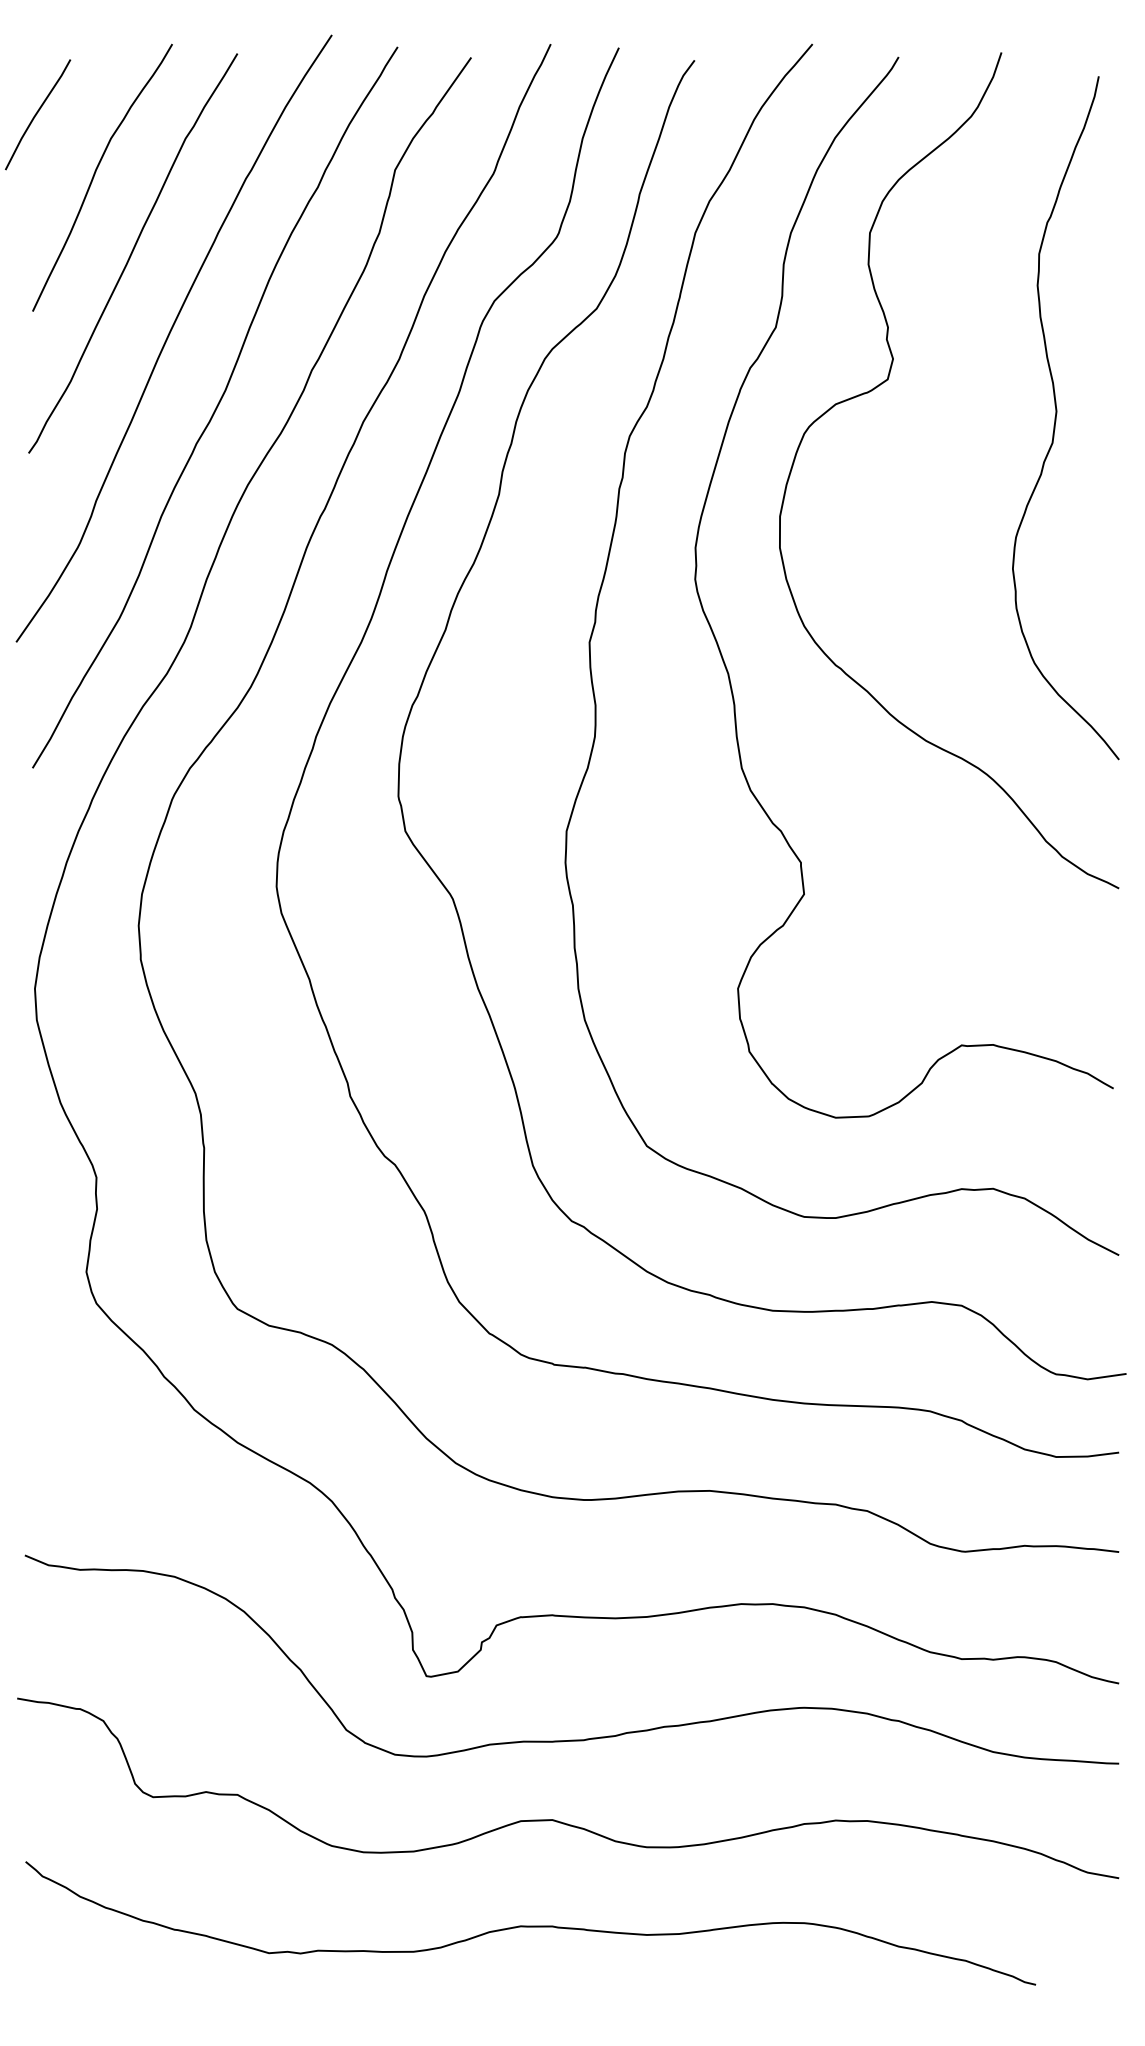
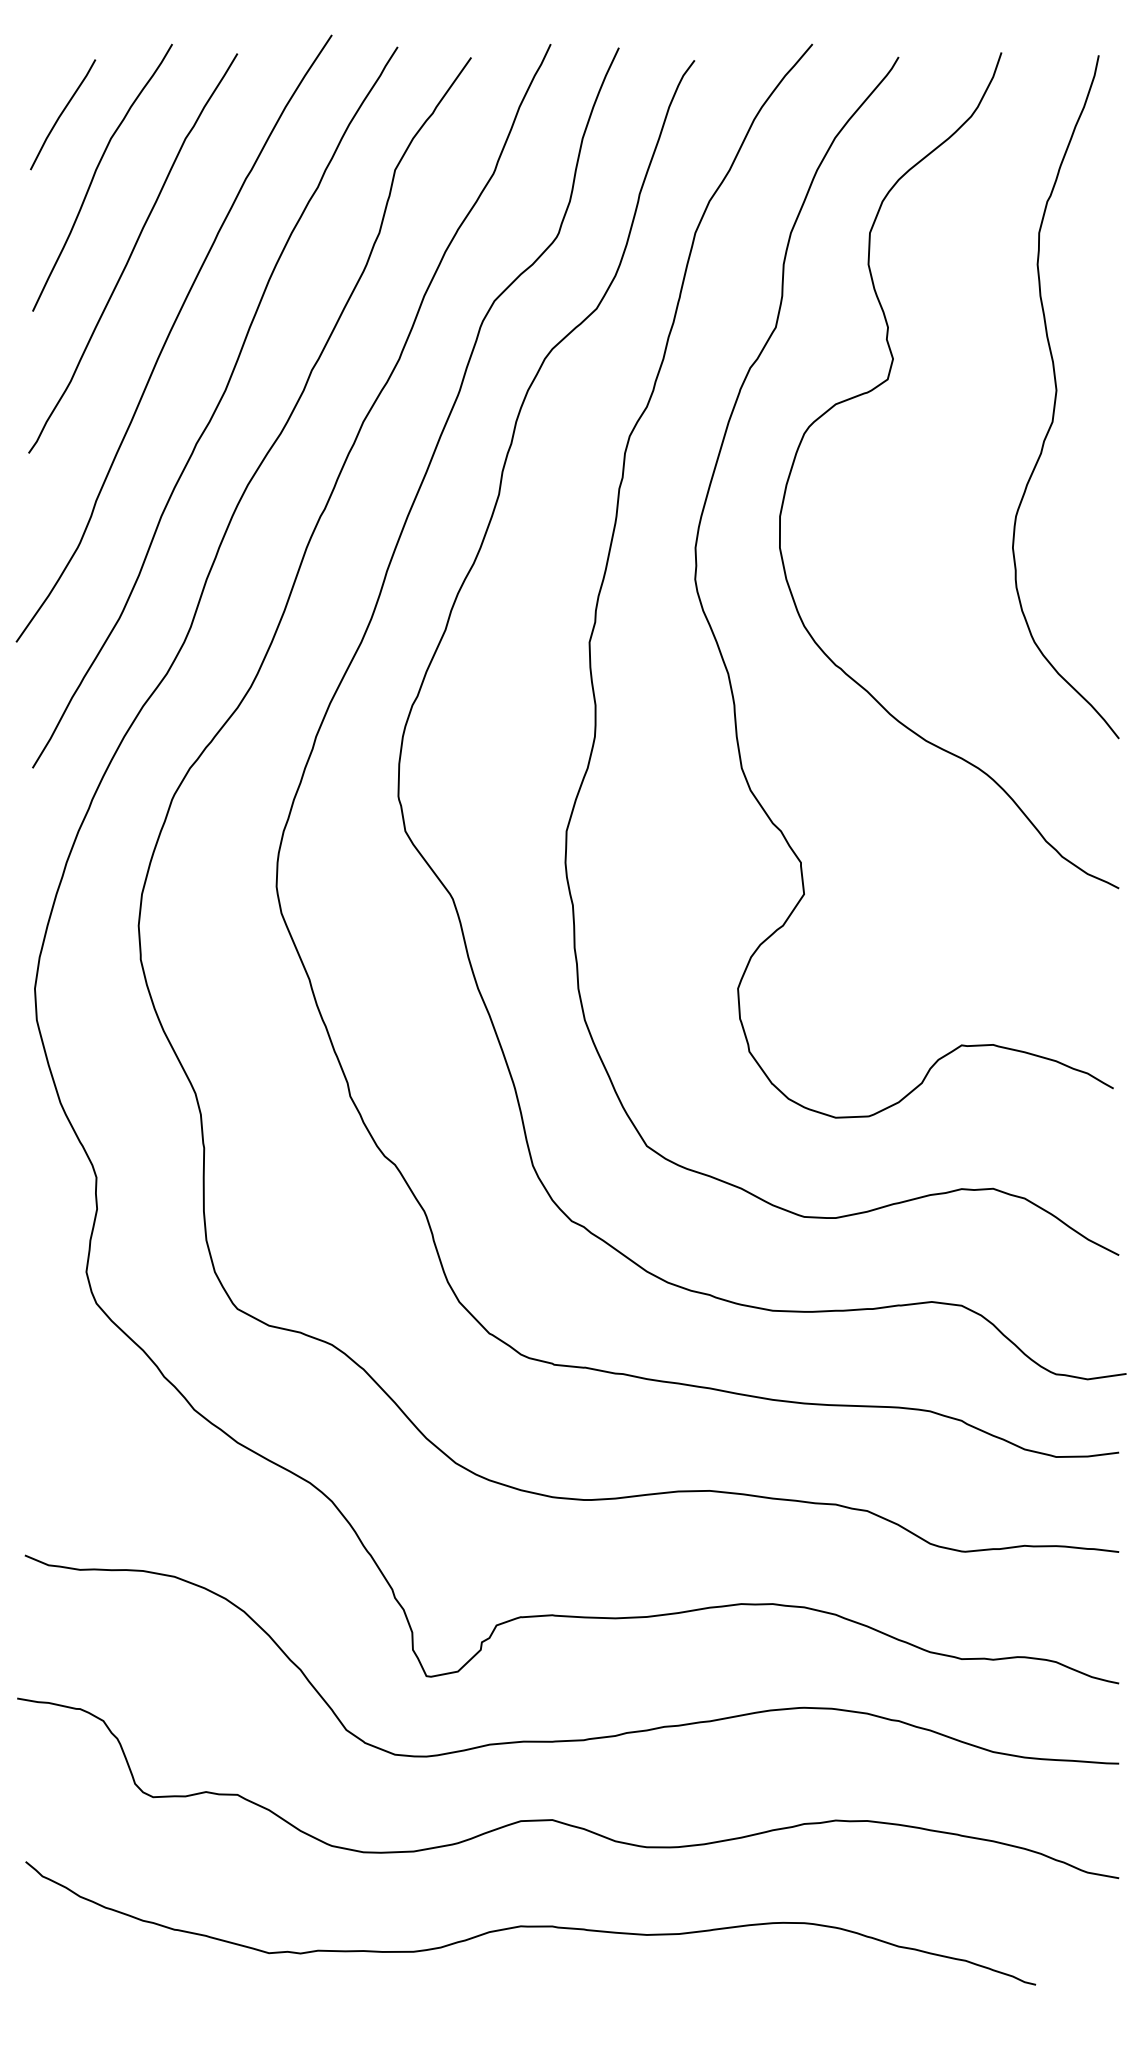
line at (37, 114) position: (37, 114) -> (62, 114)
curve at (1056, 418) position: (1056, 418) -> (1056, 397)
